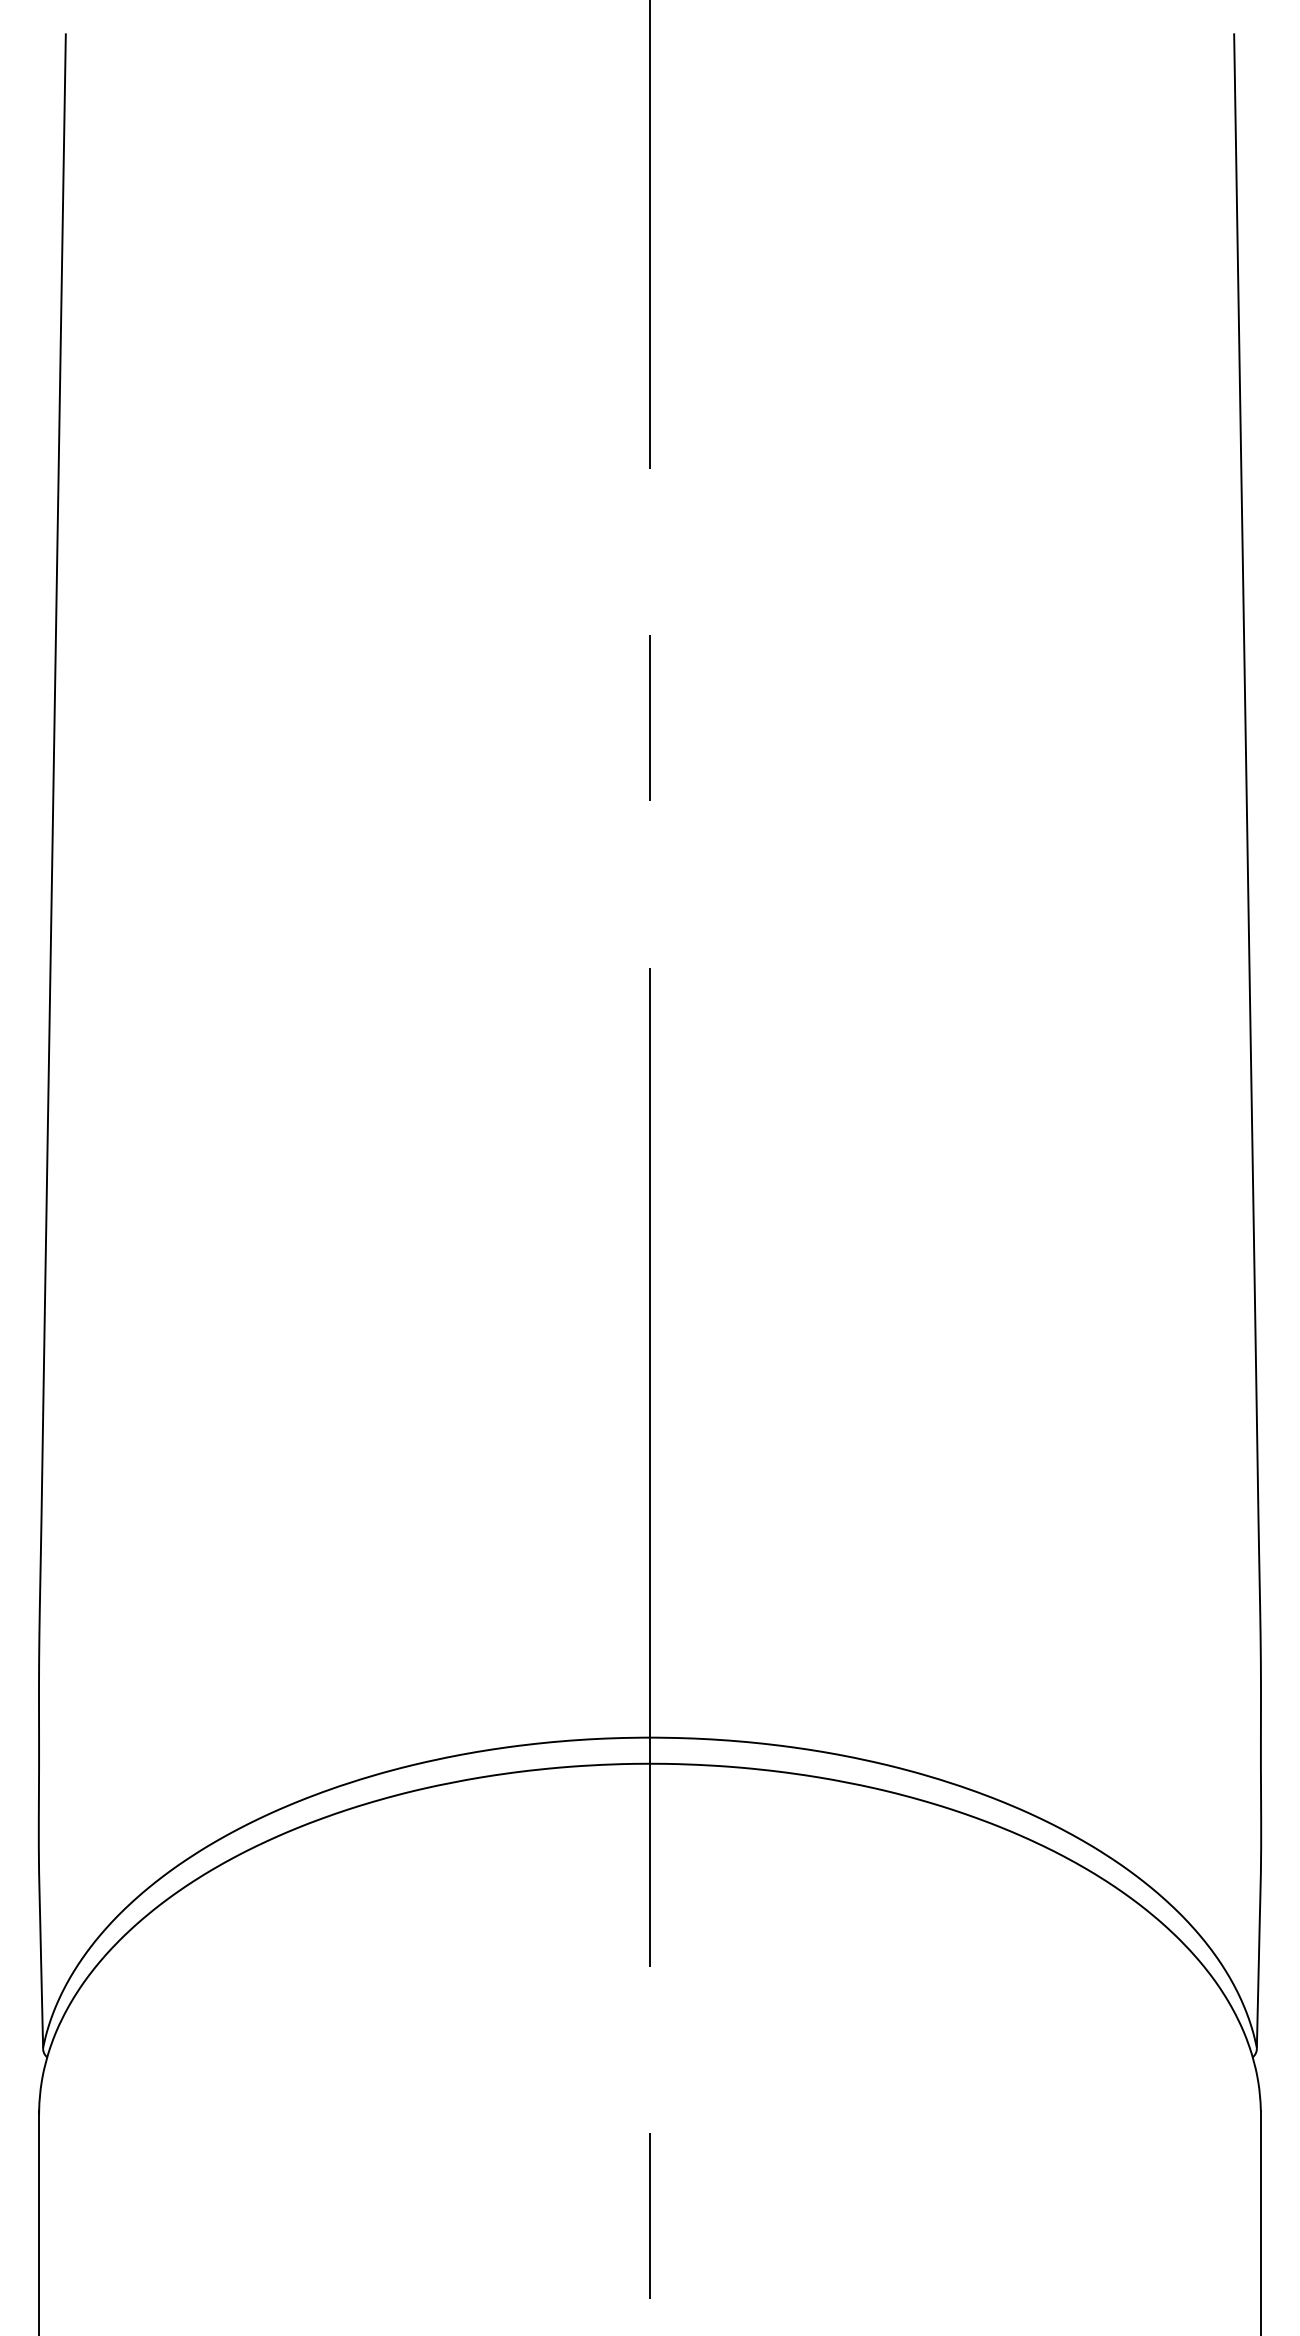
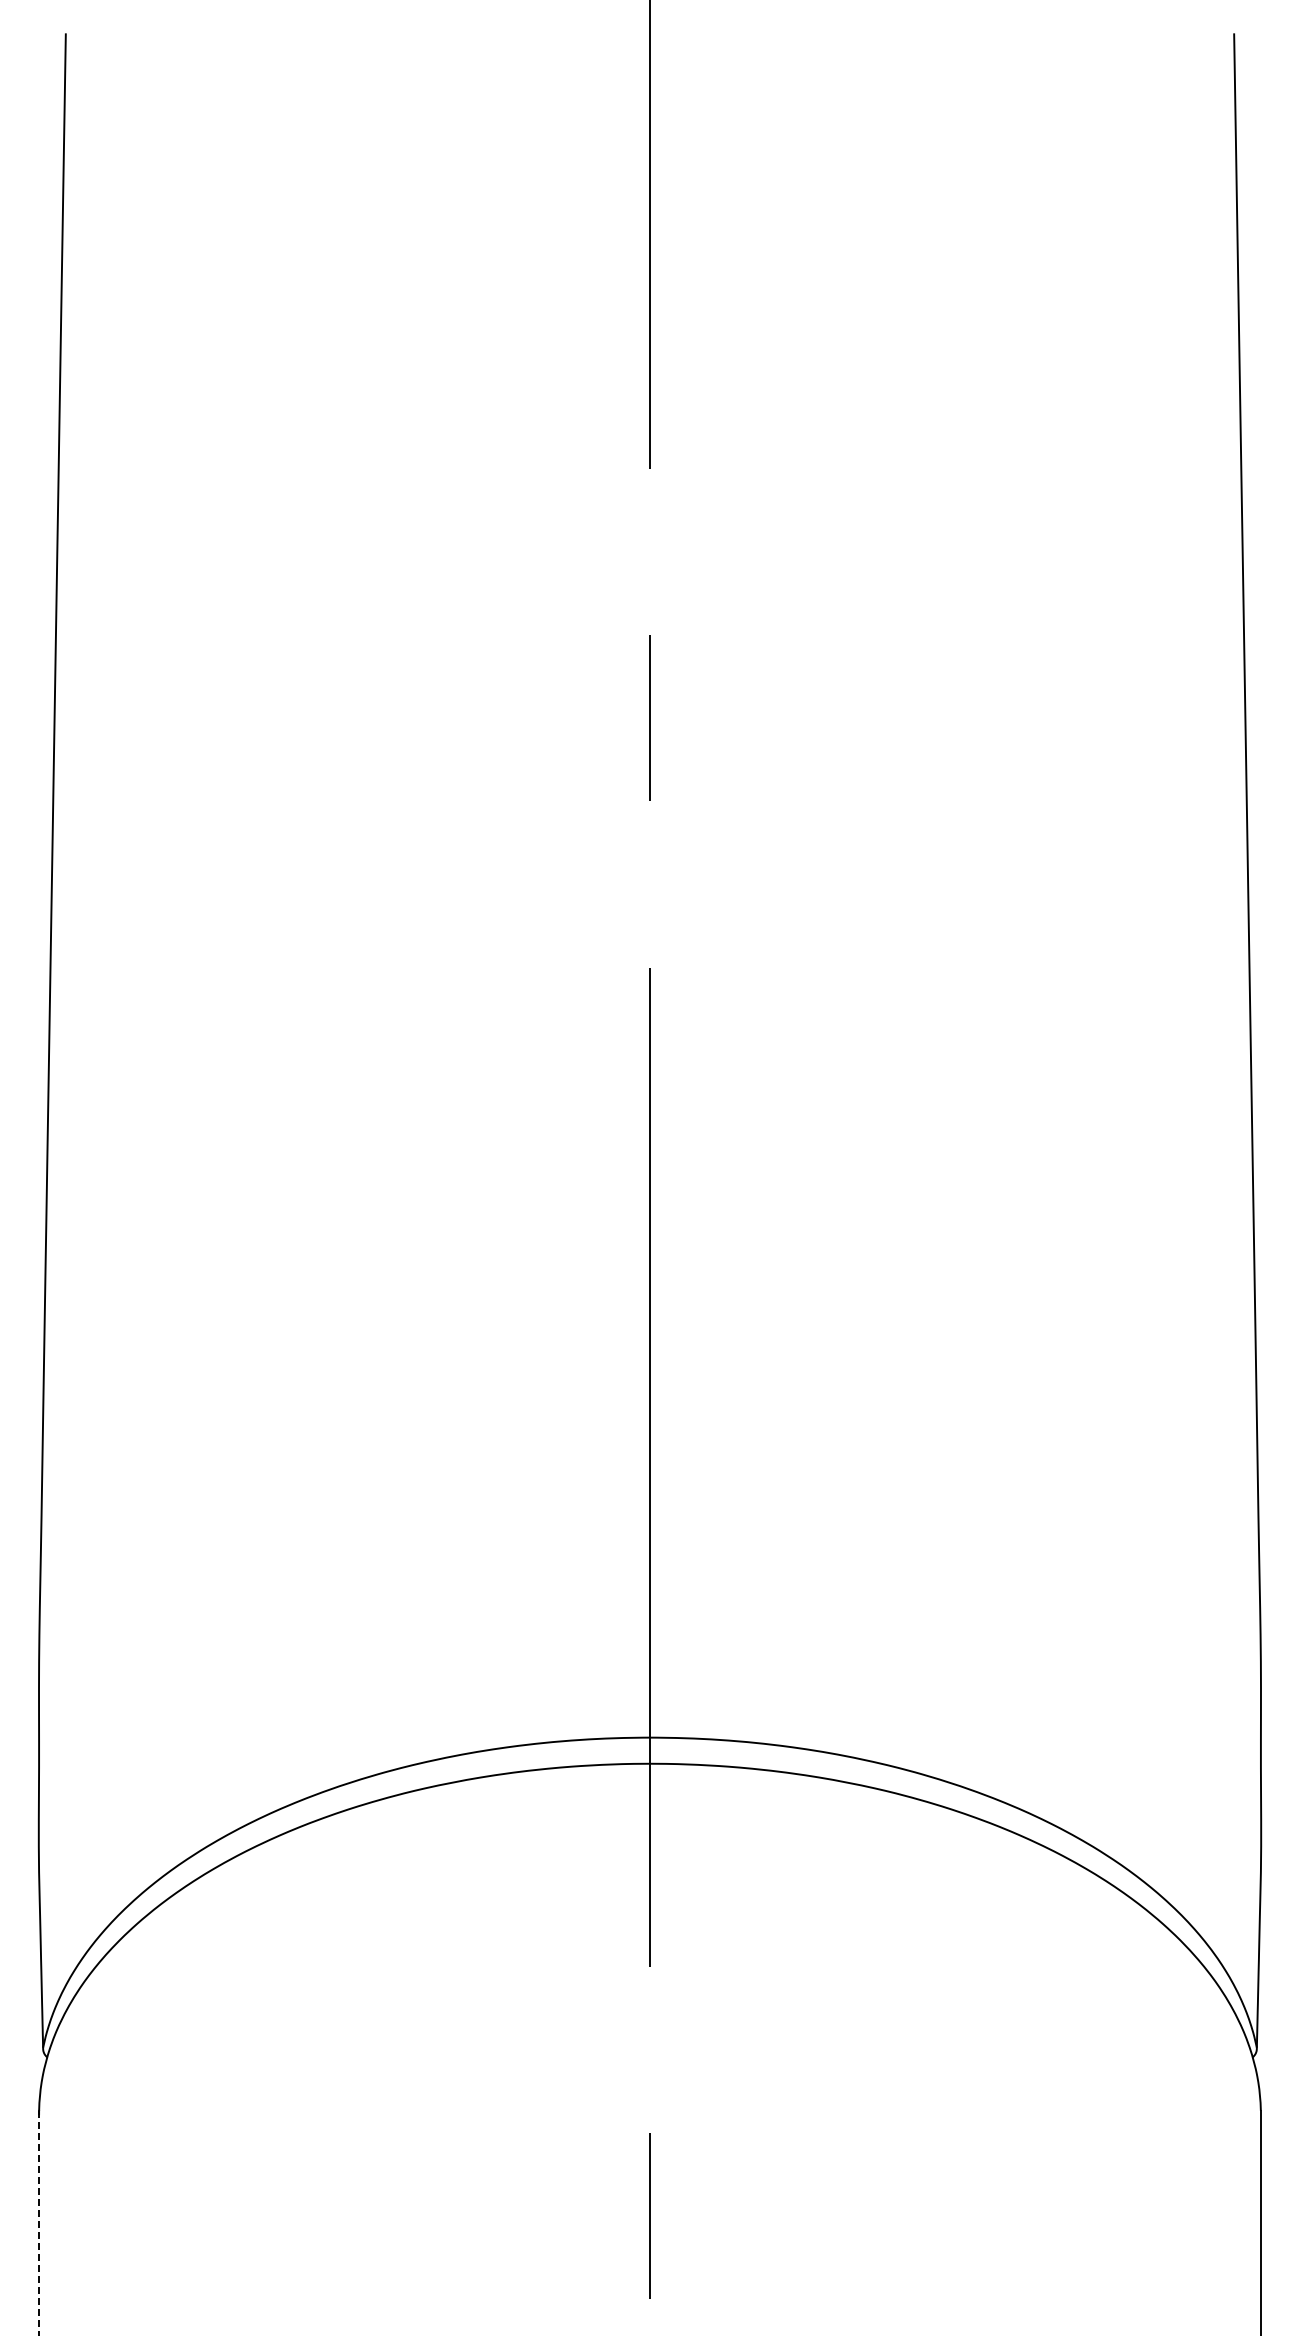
line at (39, 2223): solid -> dashed
